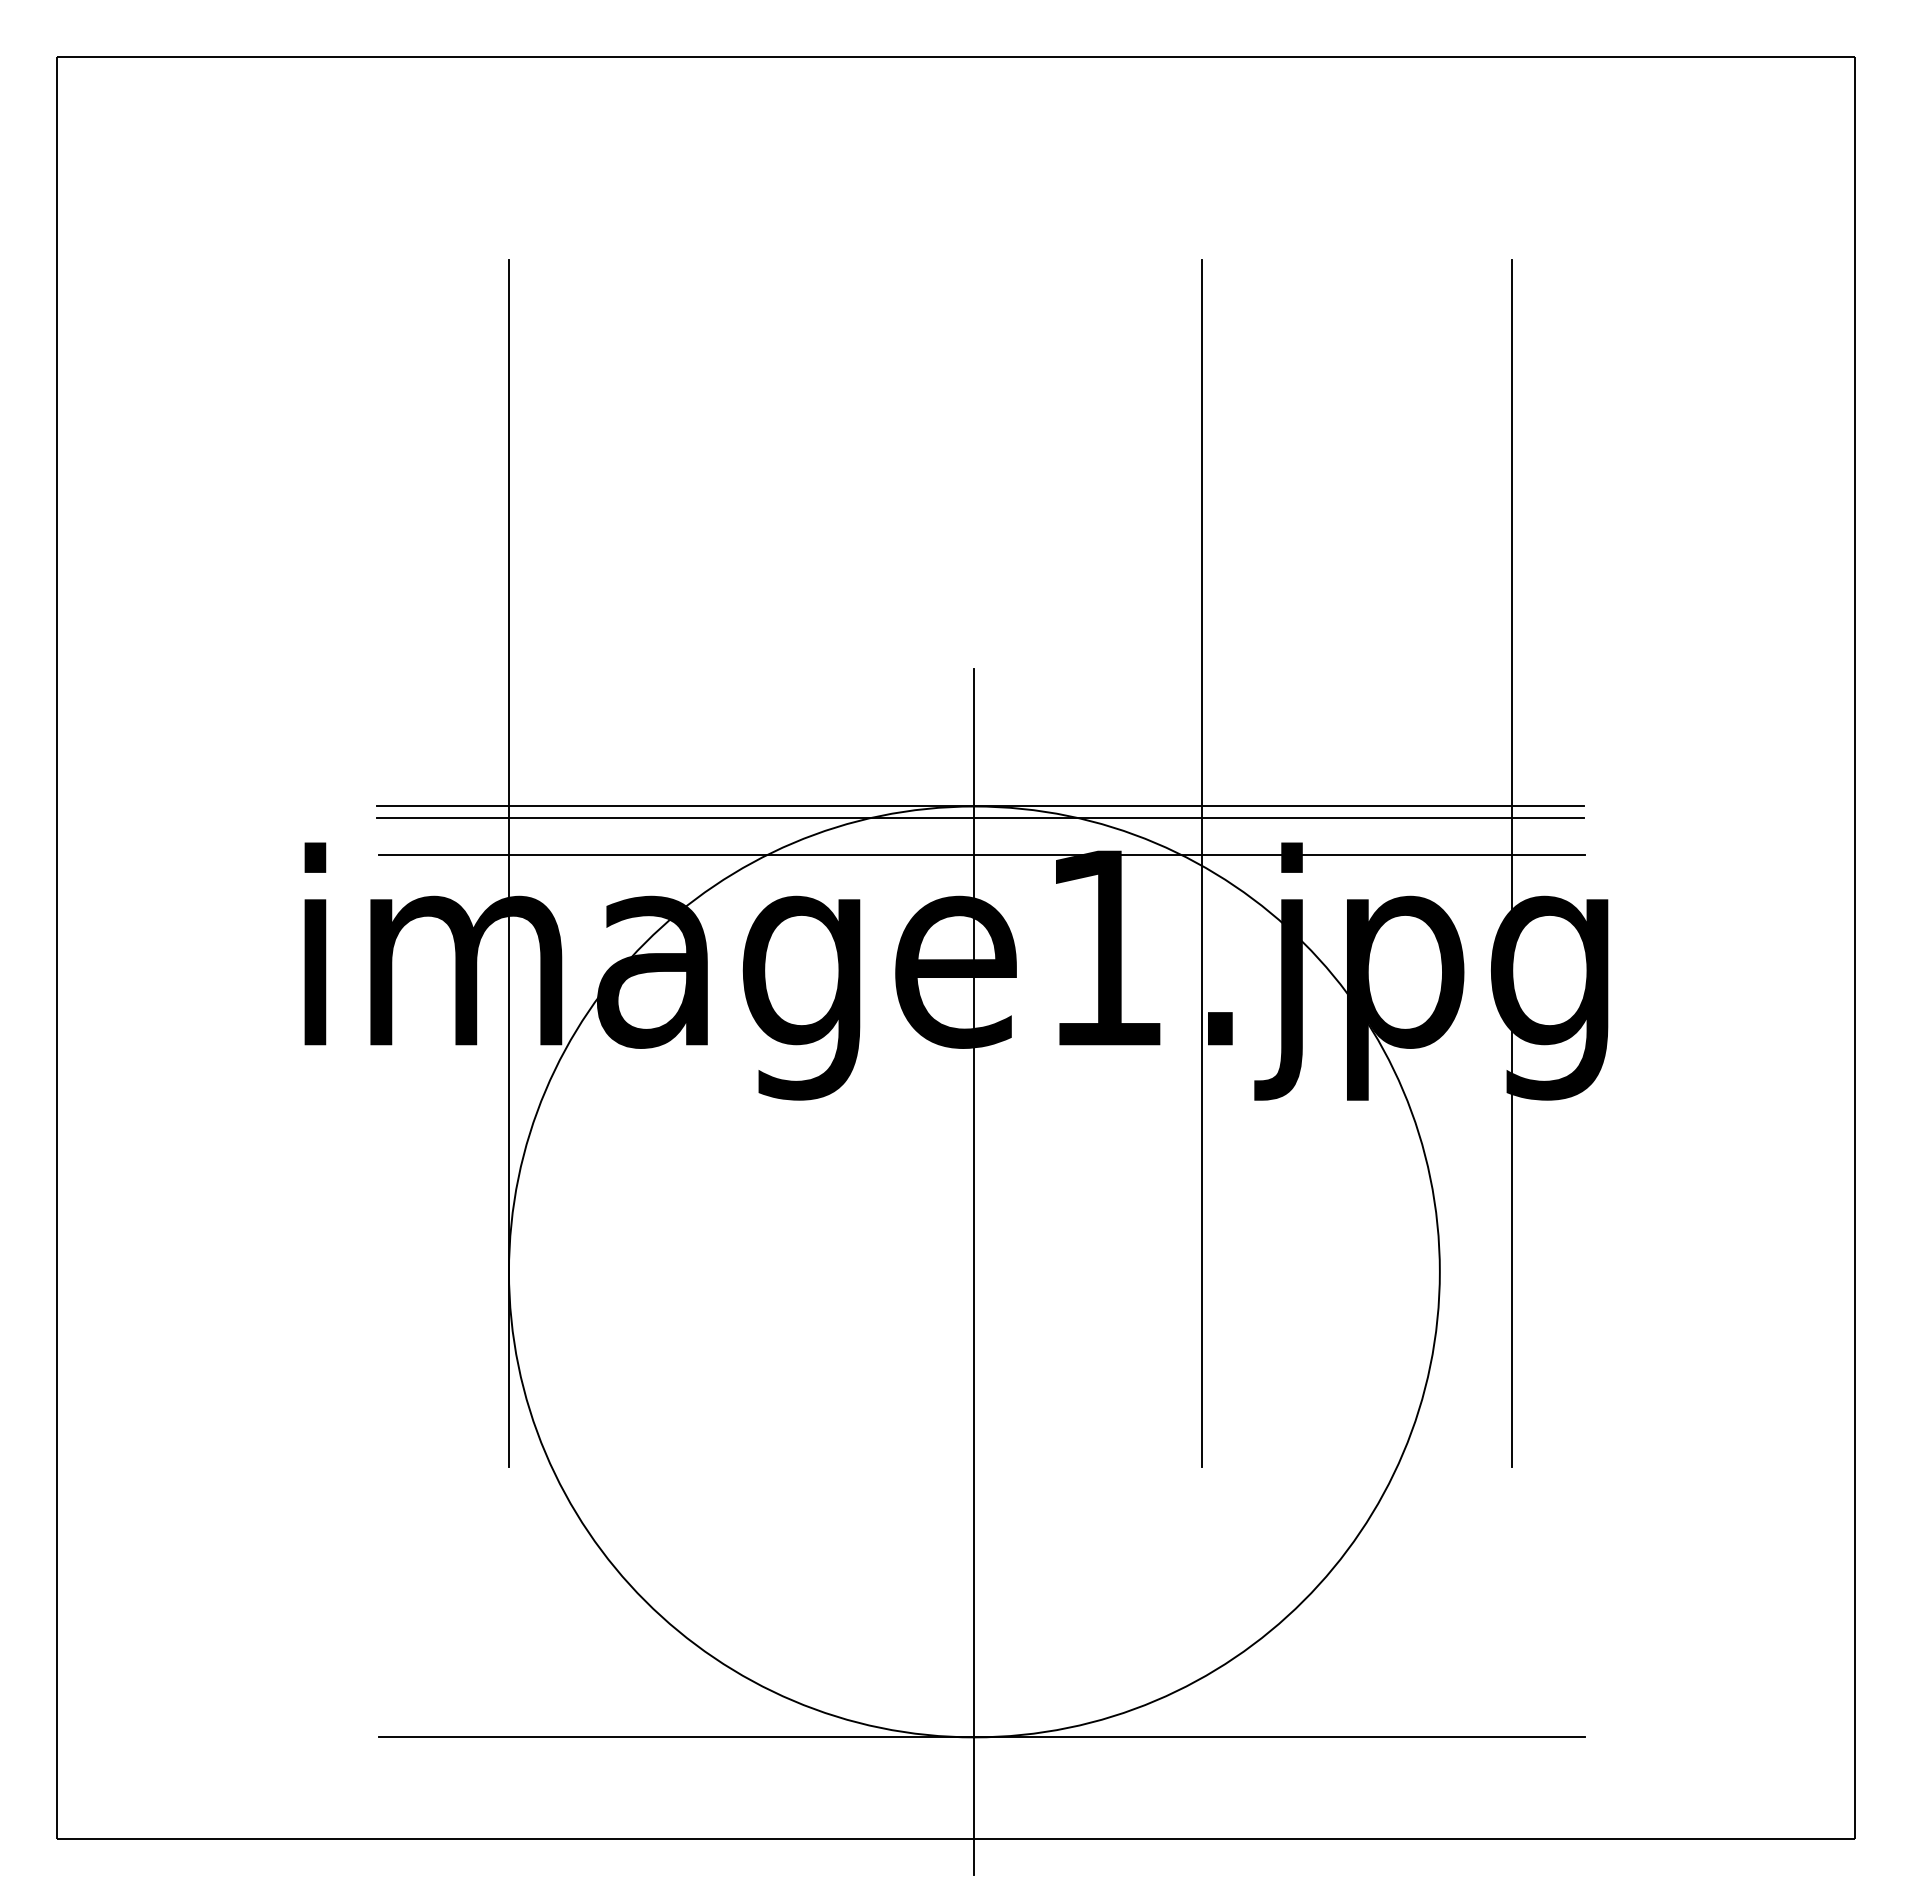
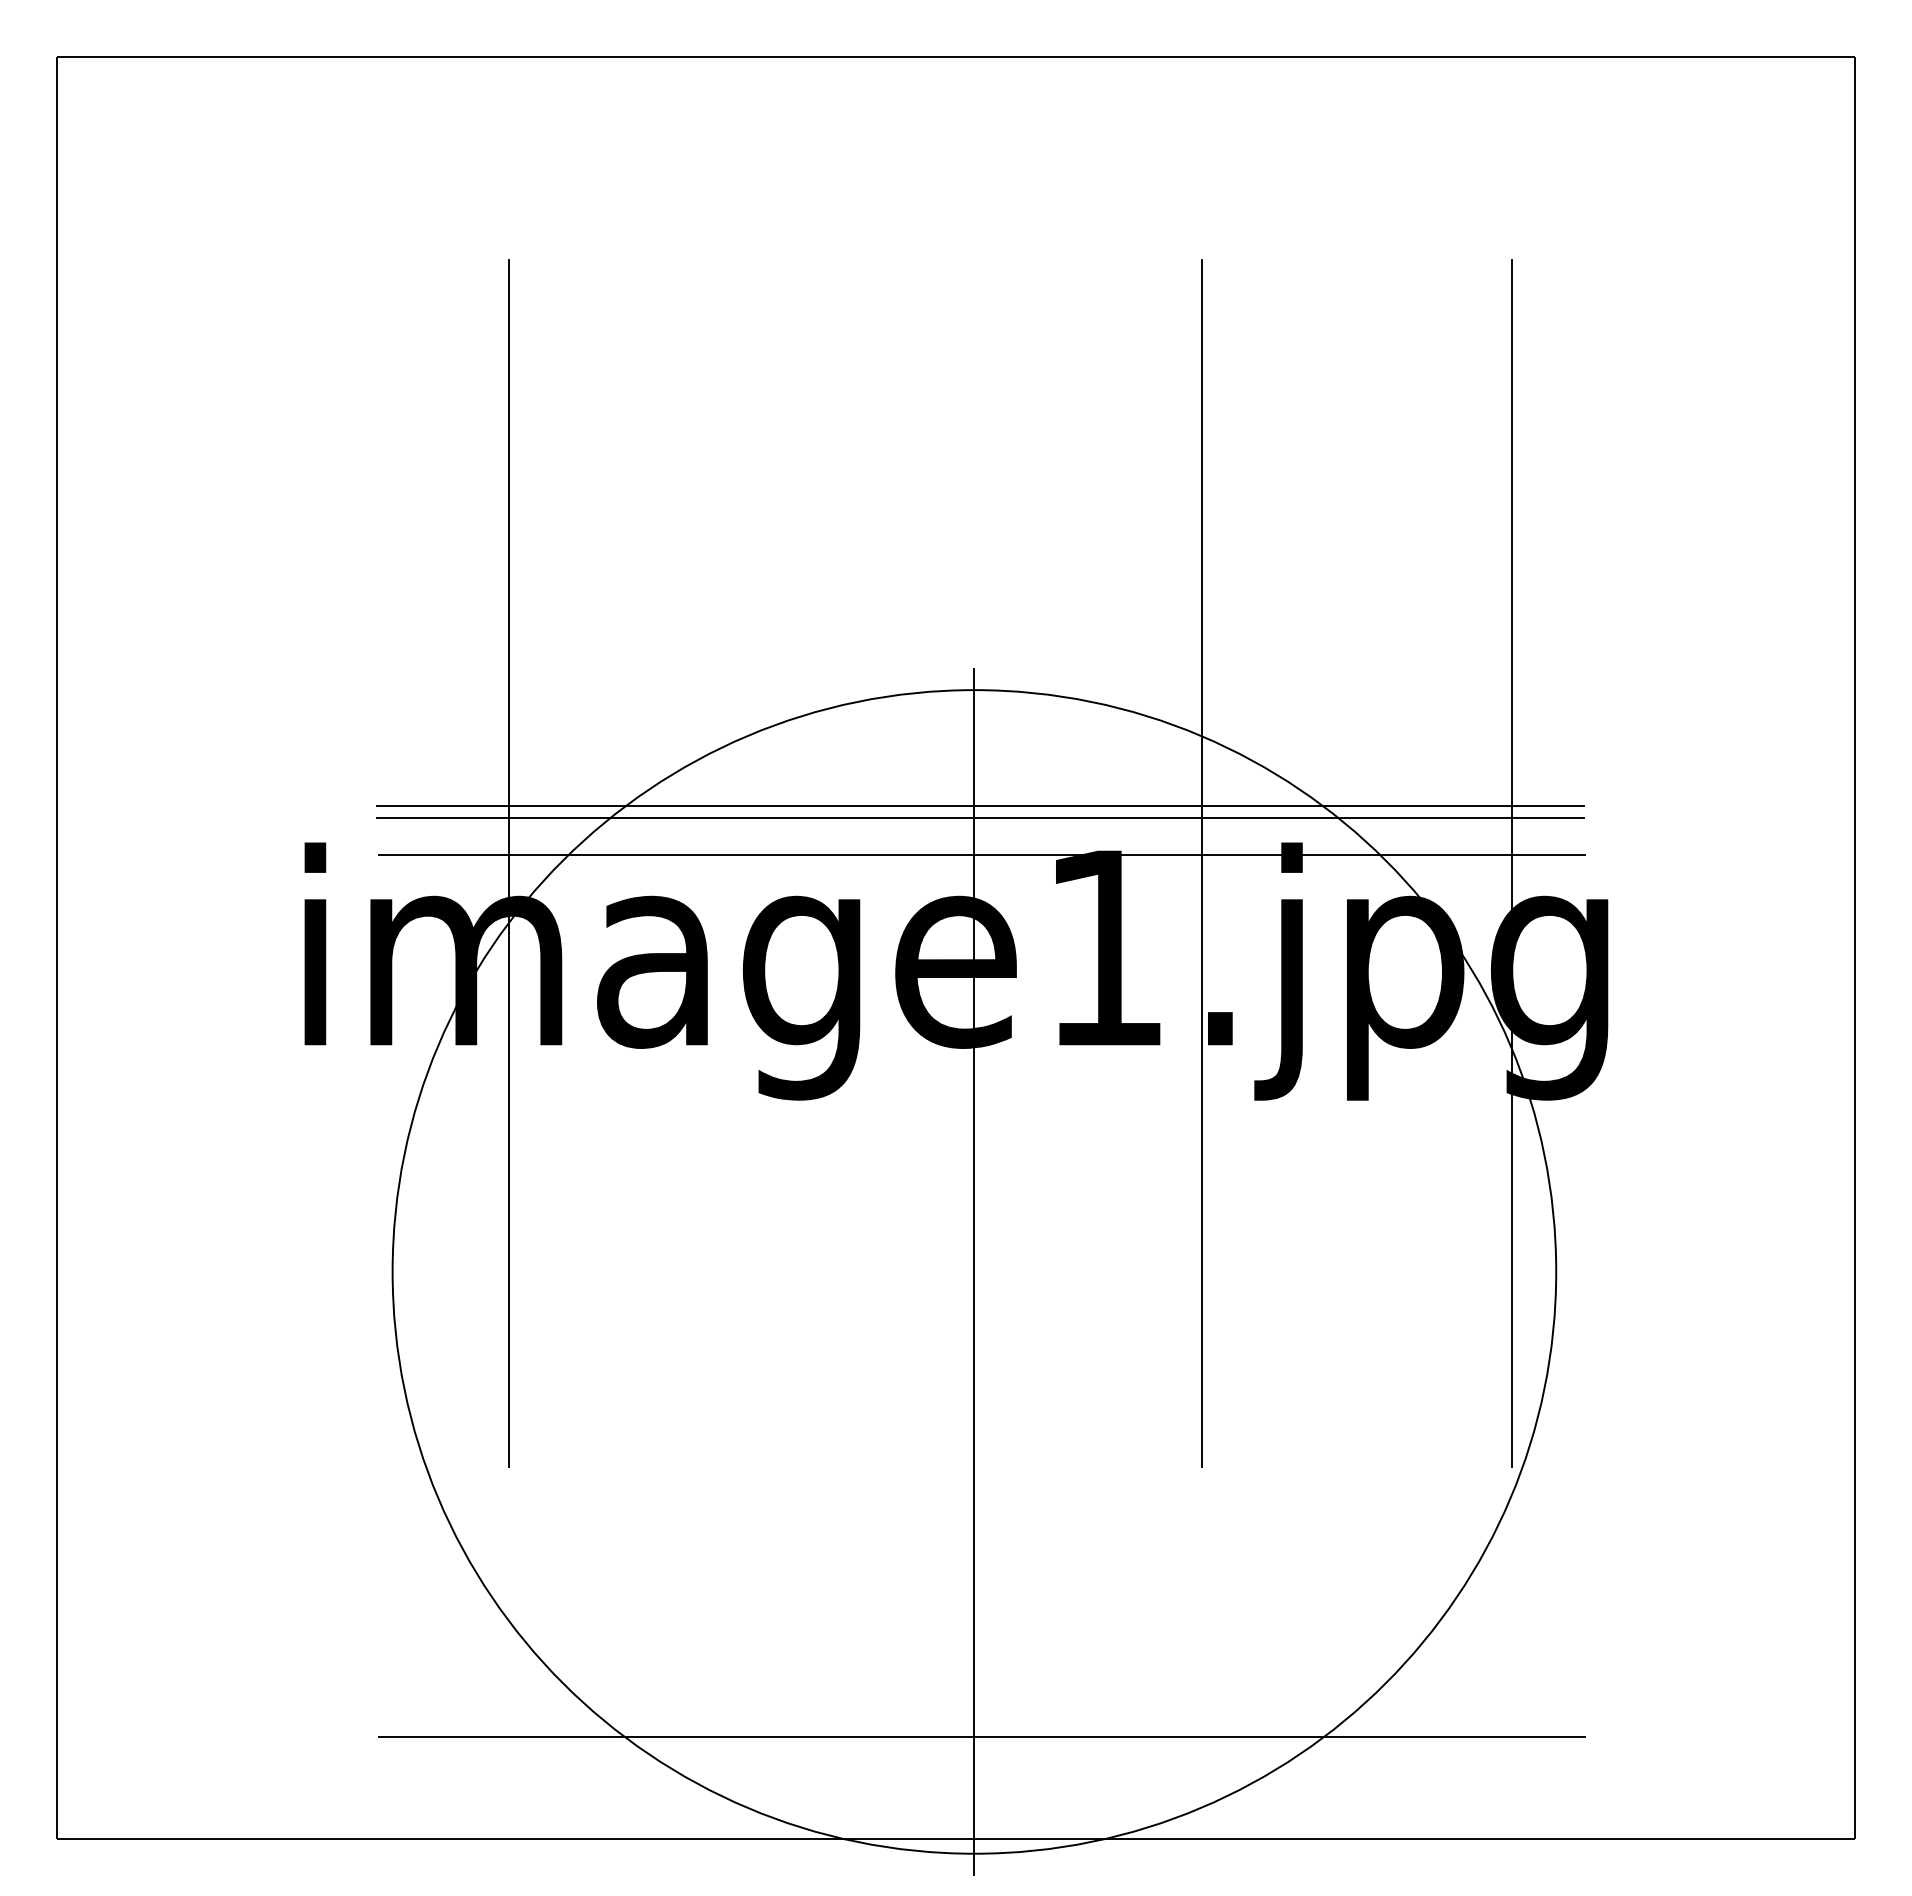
circle at (973, 1271) diameter: 931 px -> 1164 px
